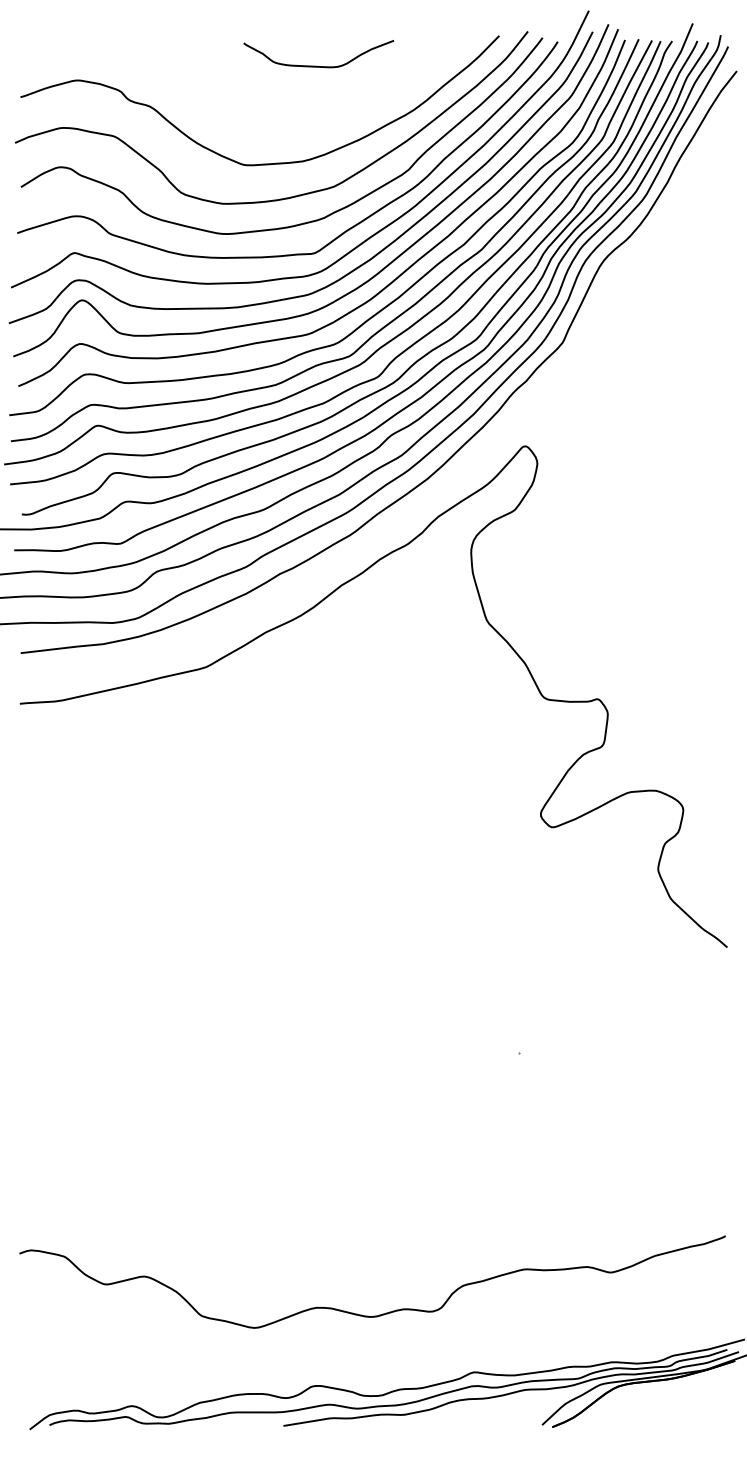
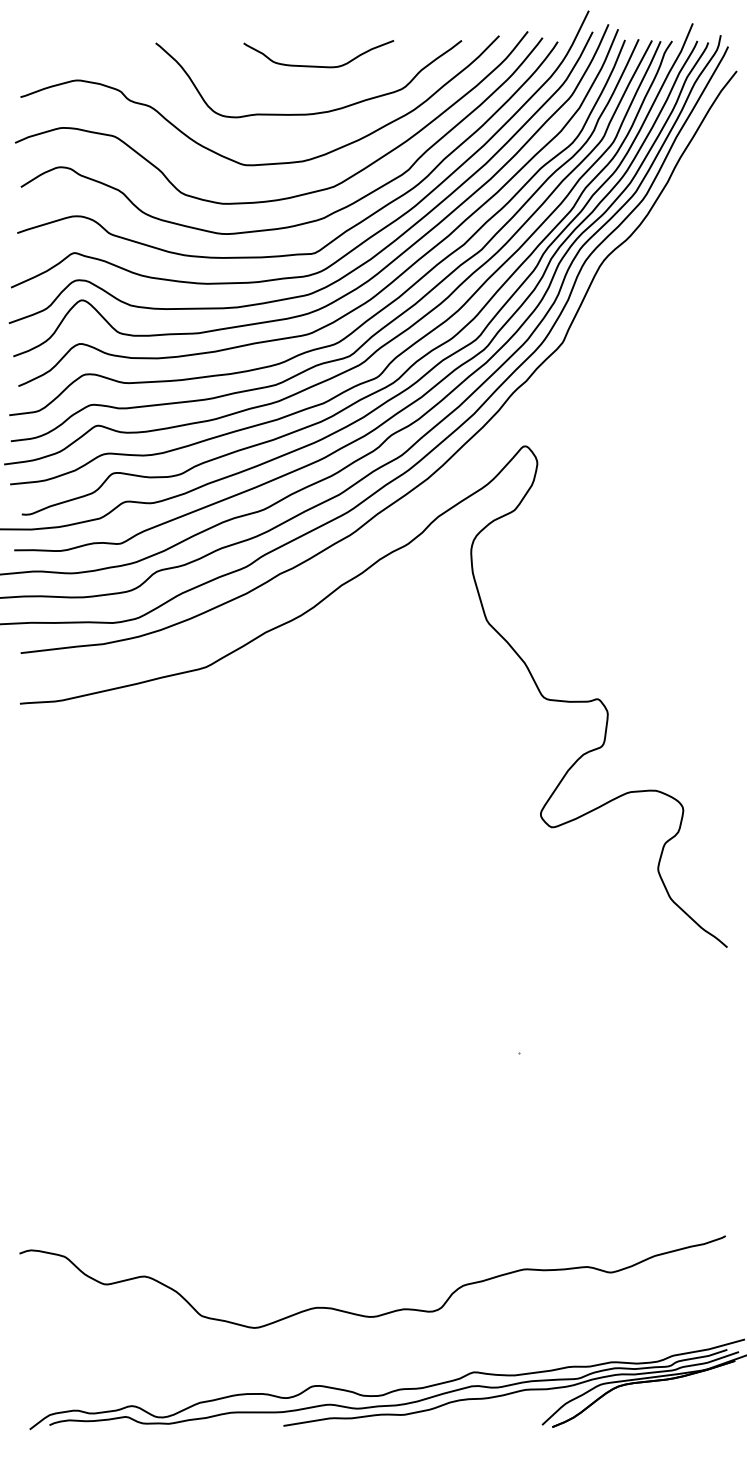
curve at (314, 112): none -> present
